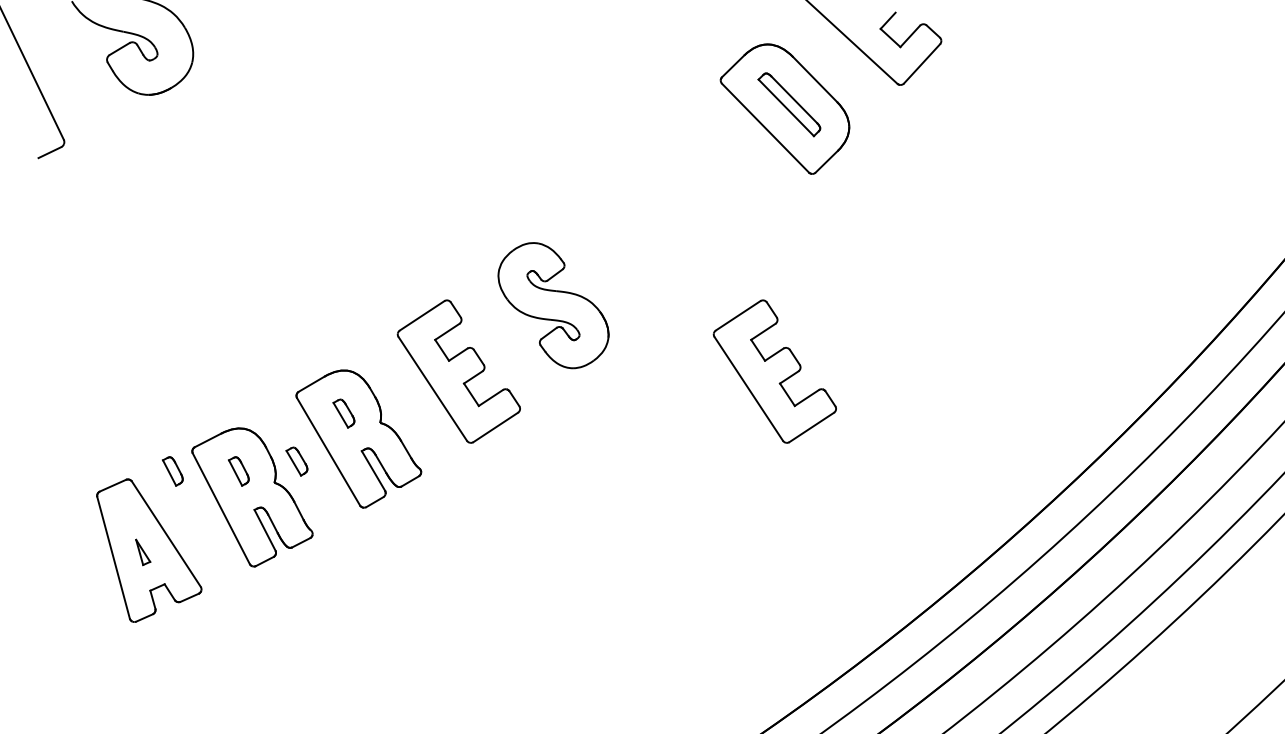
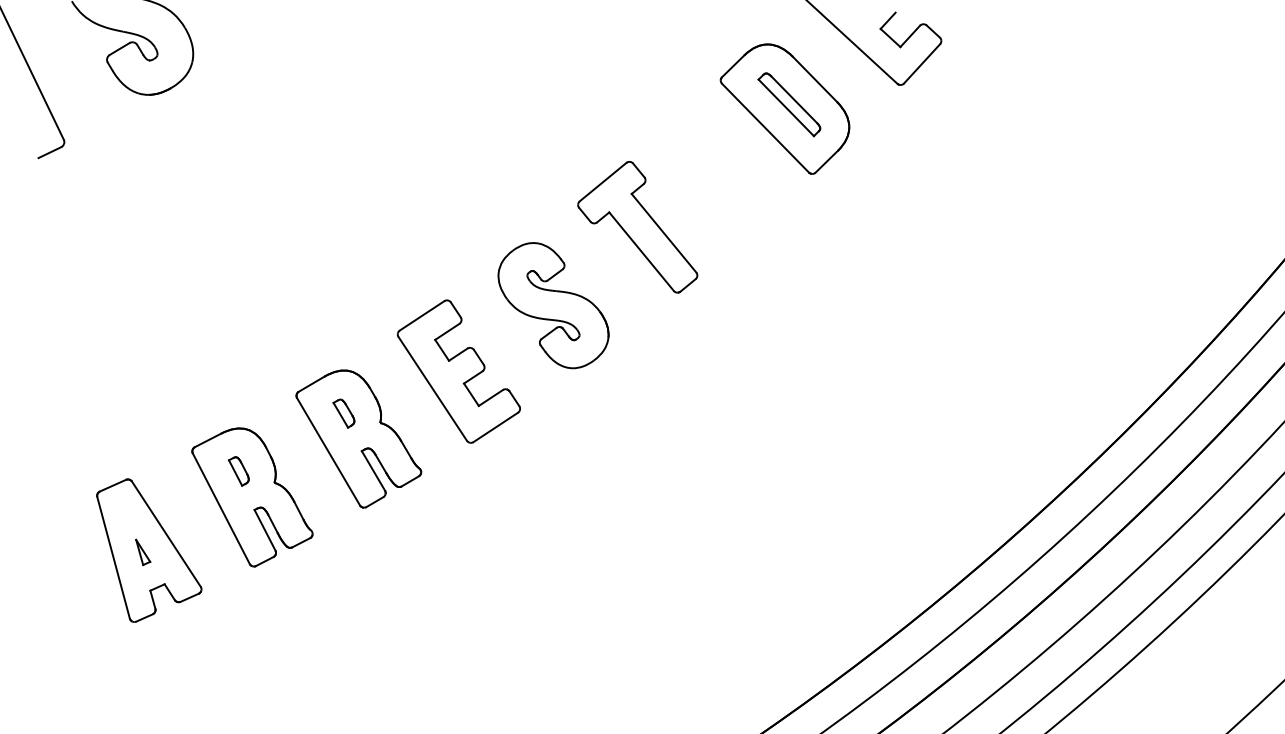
part at (637, 227): none -> present
part at (774, 371): present -> none
part at (296, 461): present -> none
part at (172, 471): present -> none
